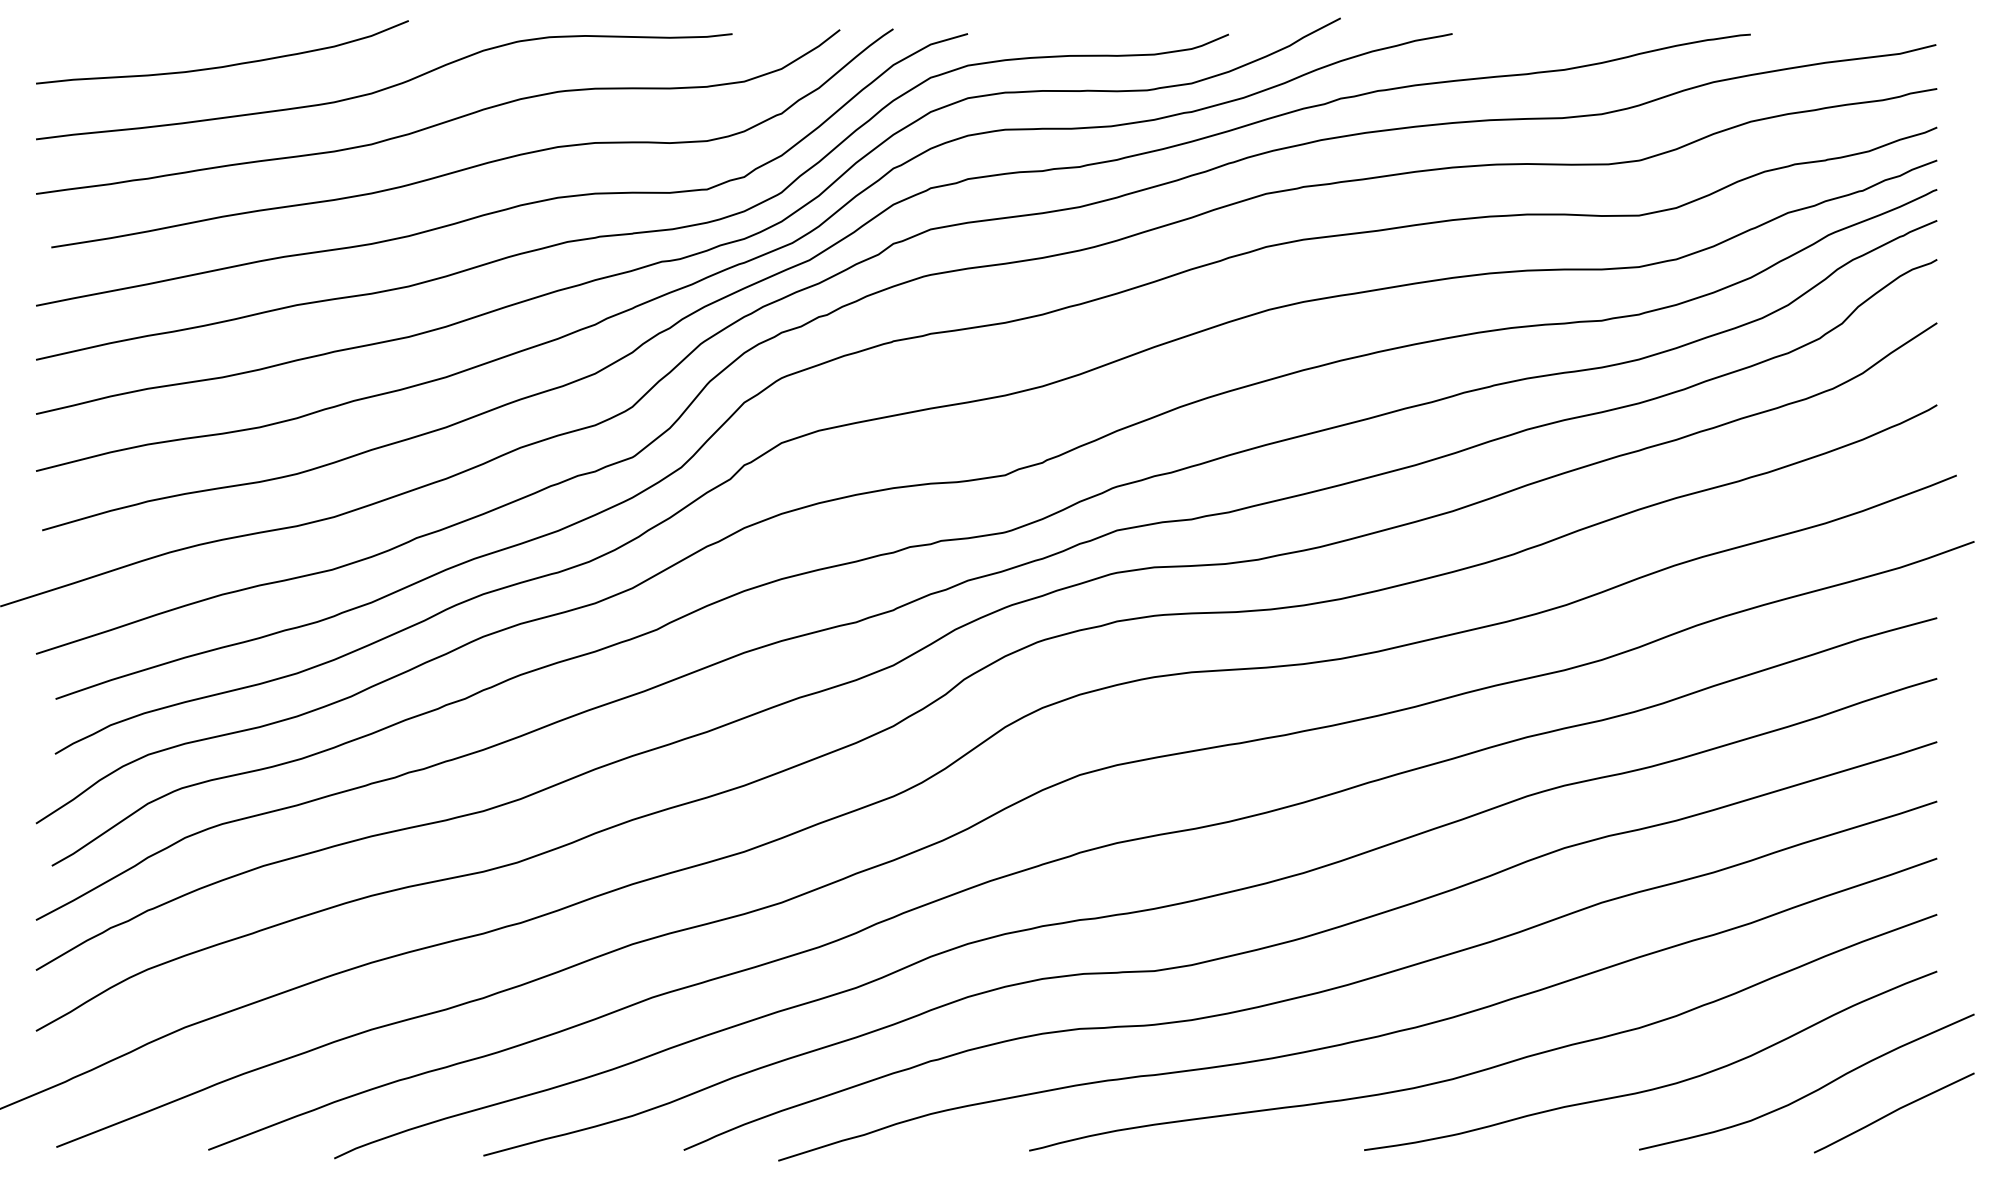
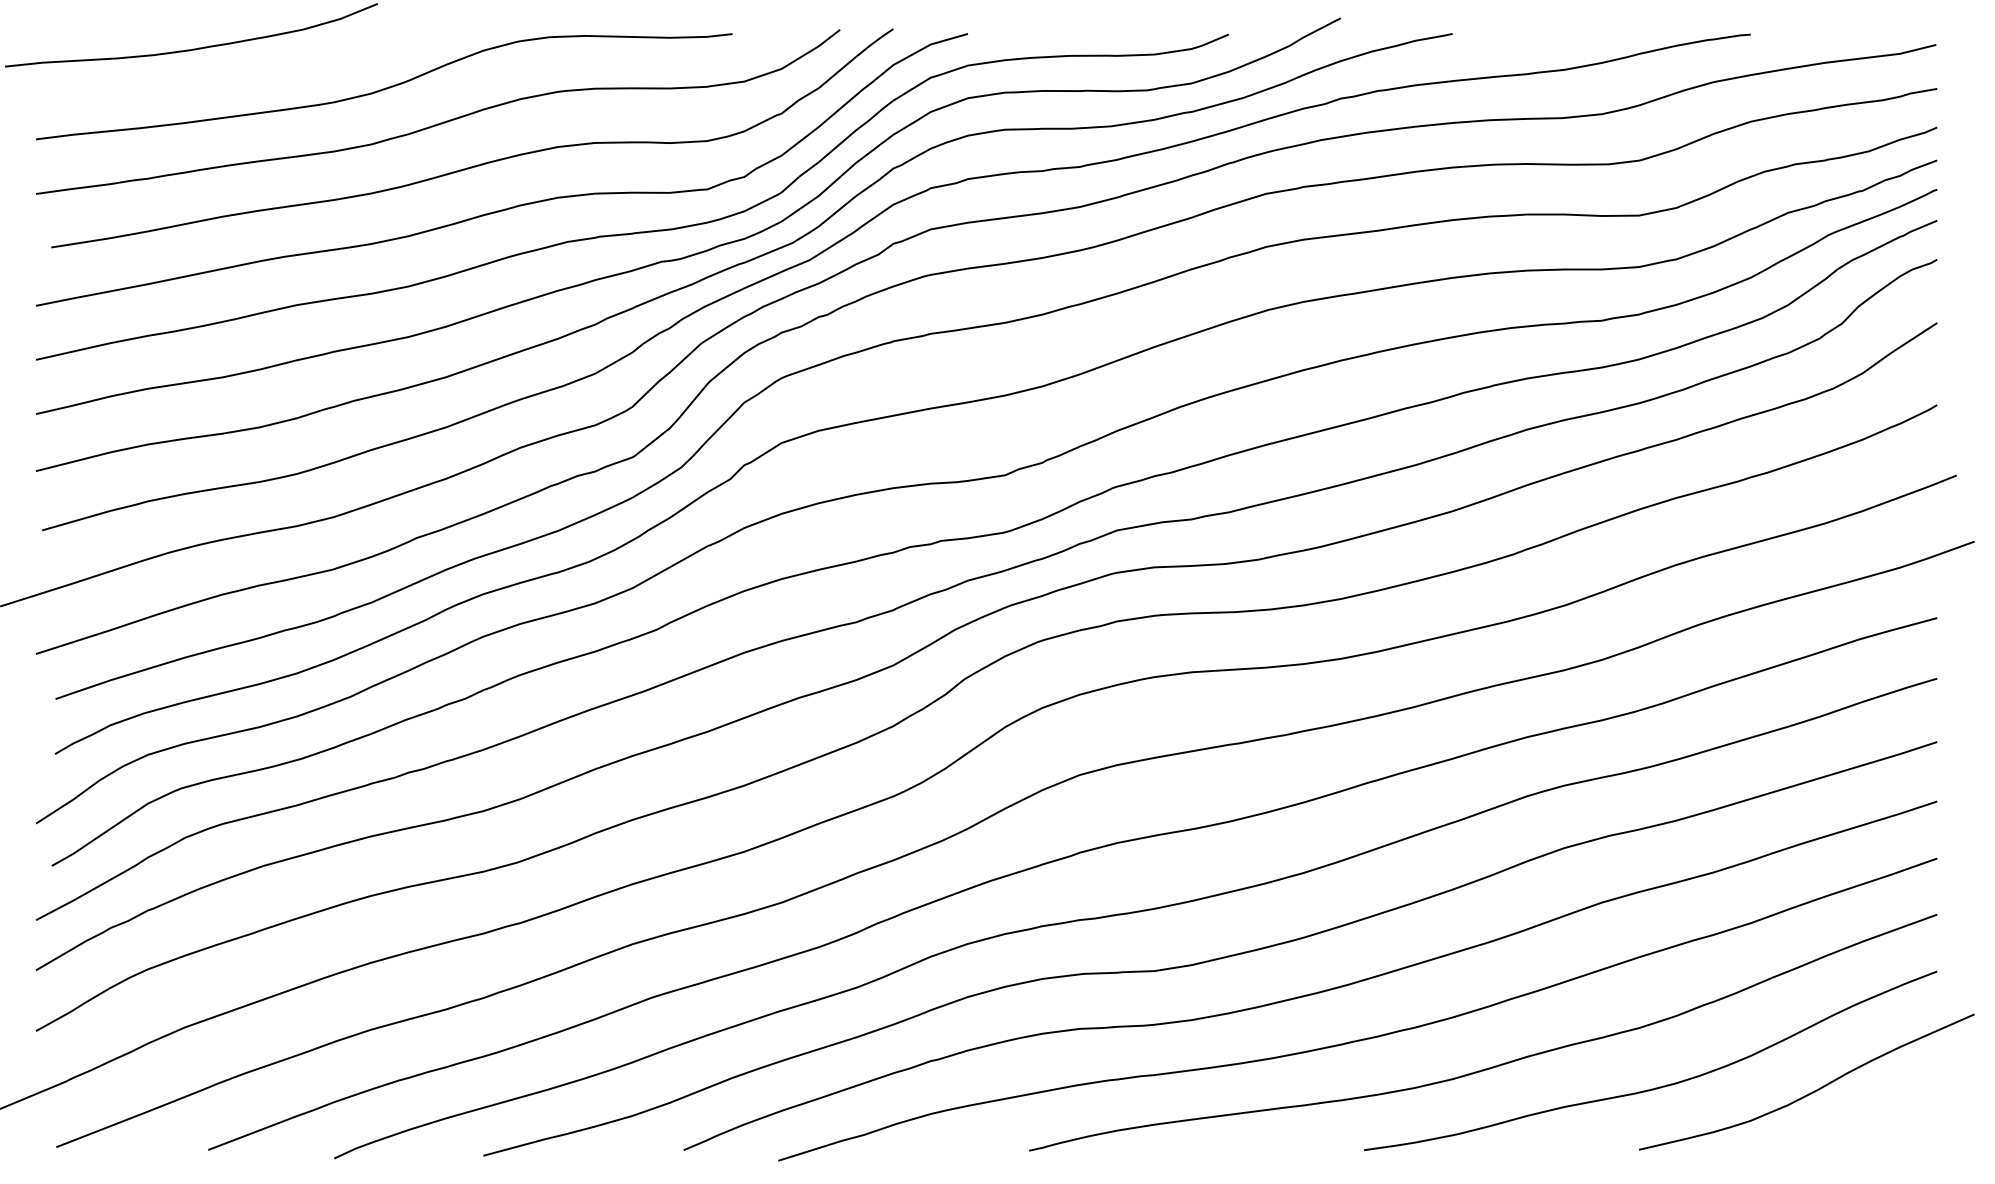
curve at (224, 65) position: (224, 65) -> (193, 48)
line at (1893, 1112): present -> none
